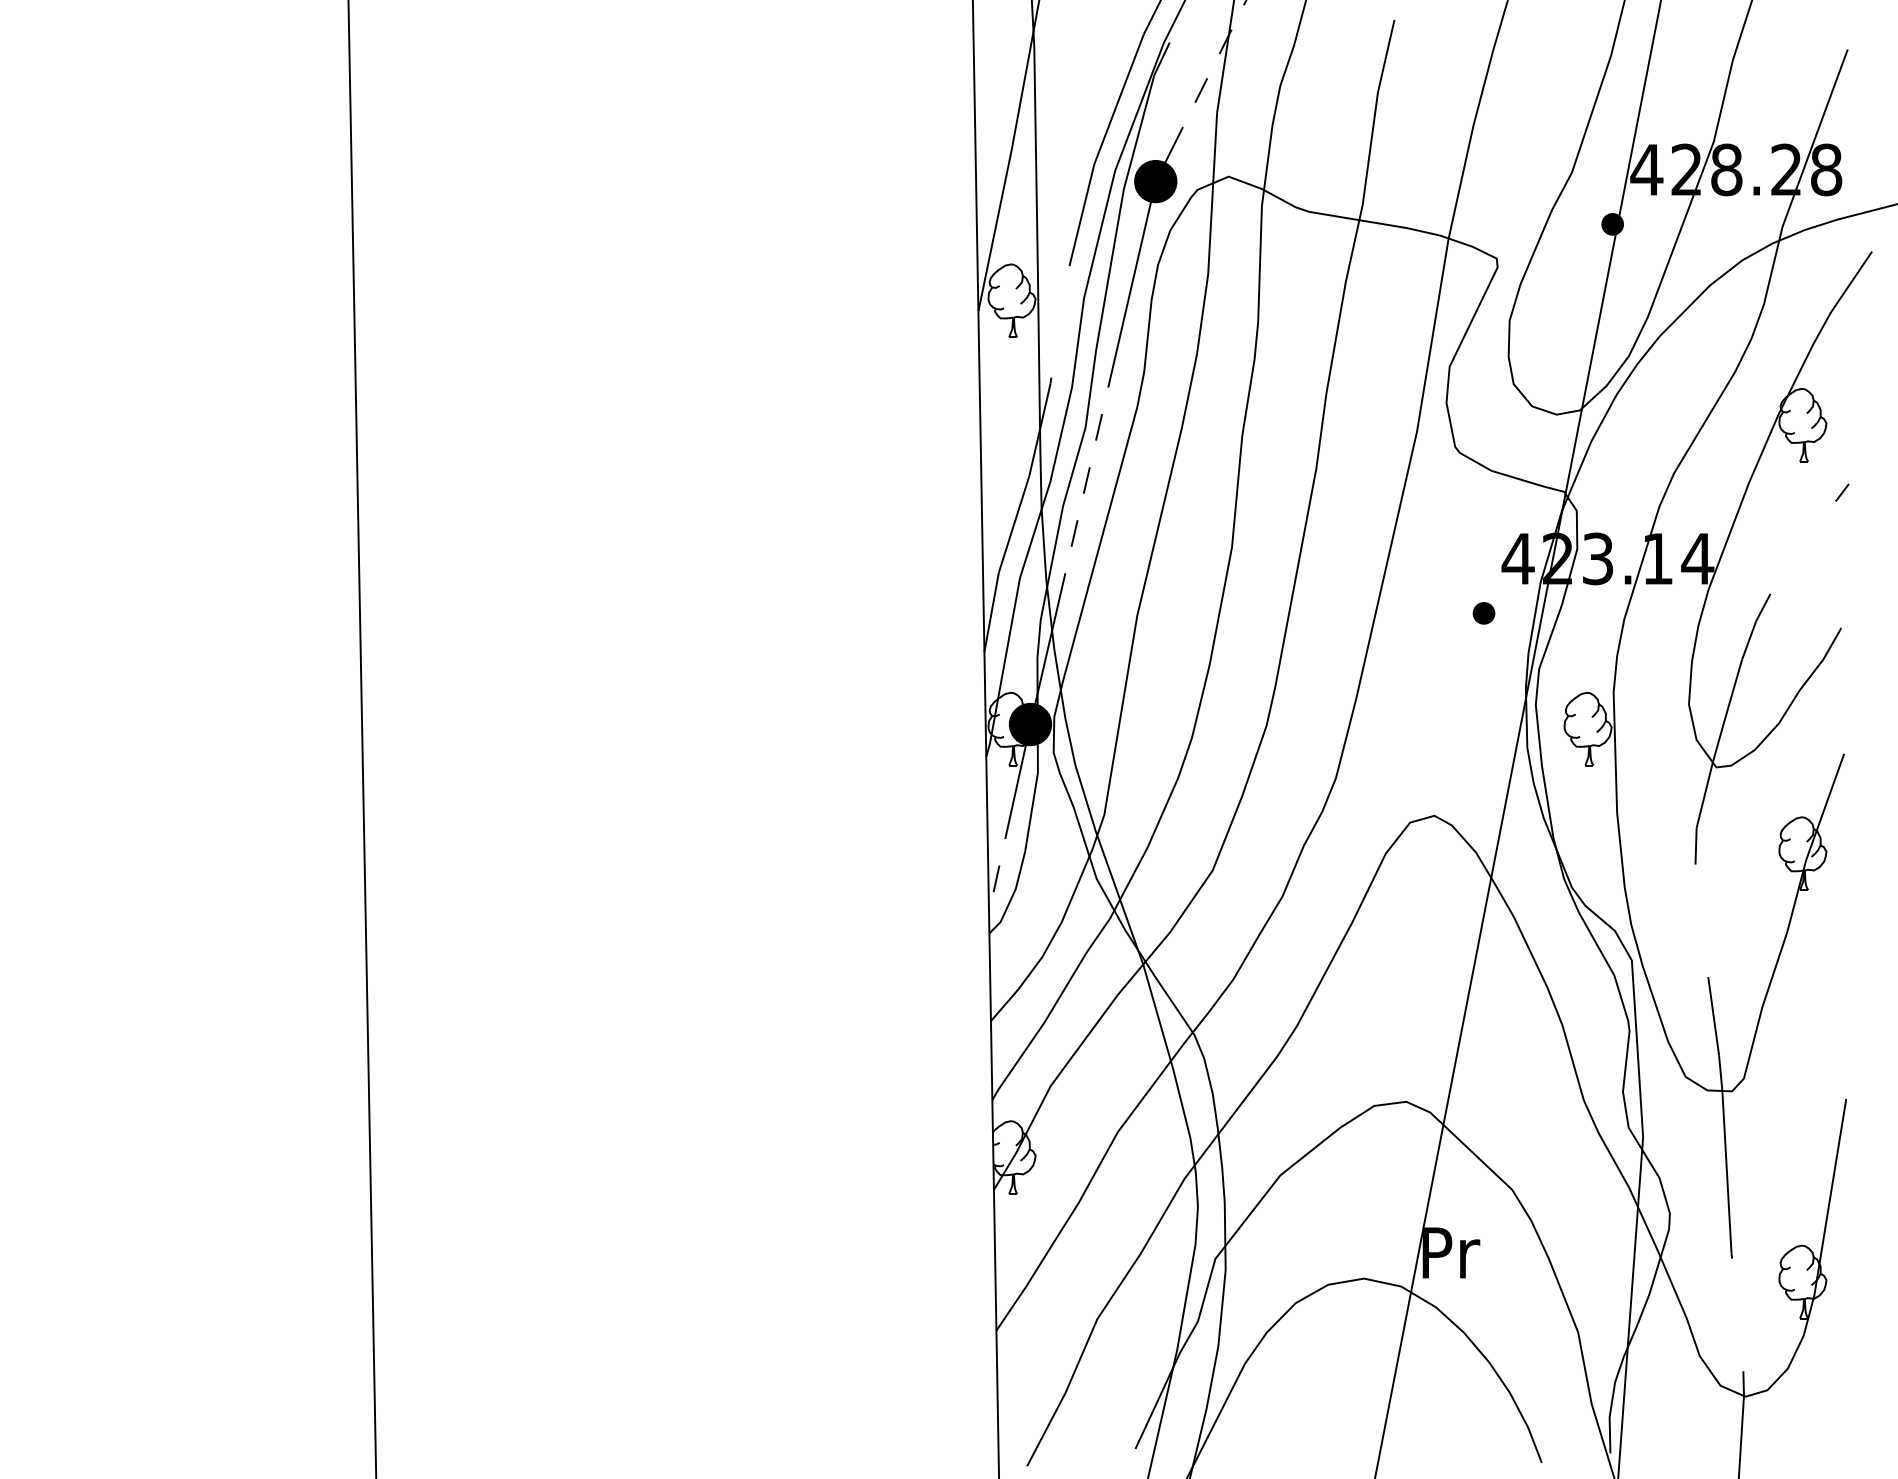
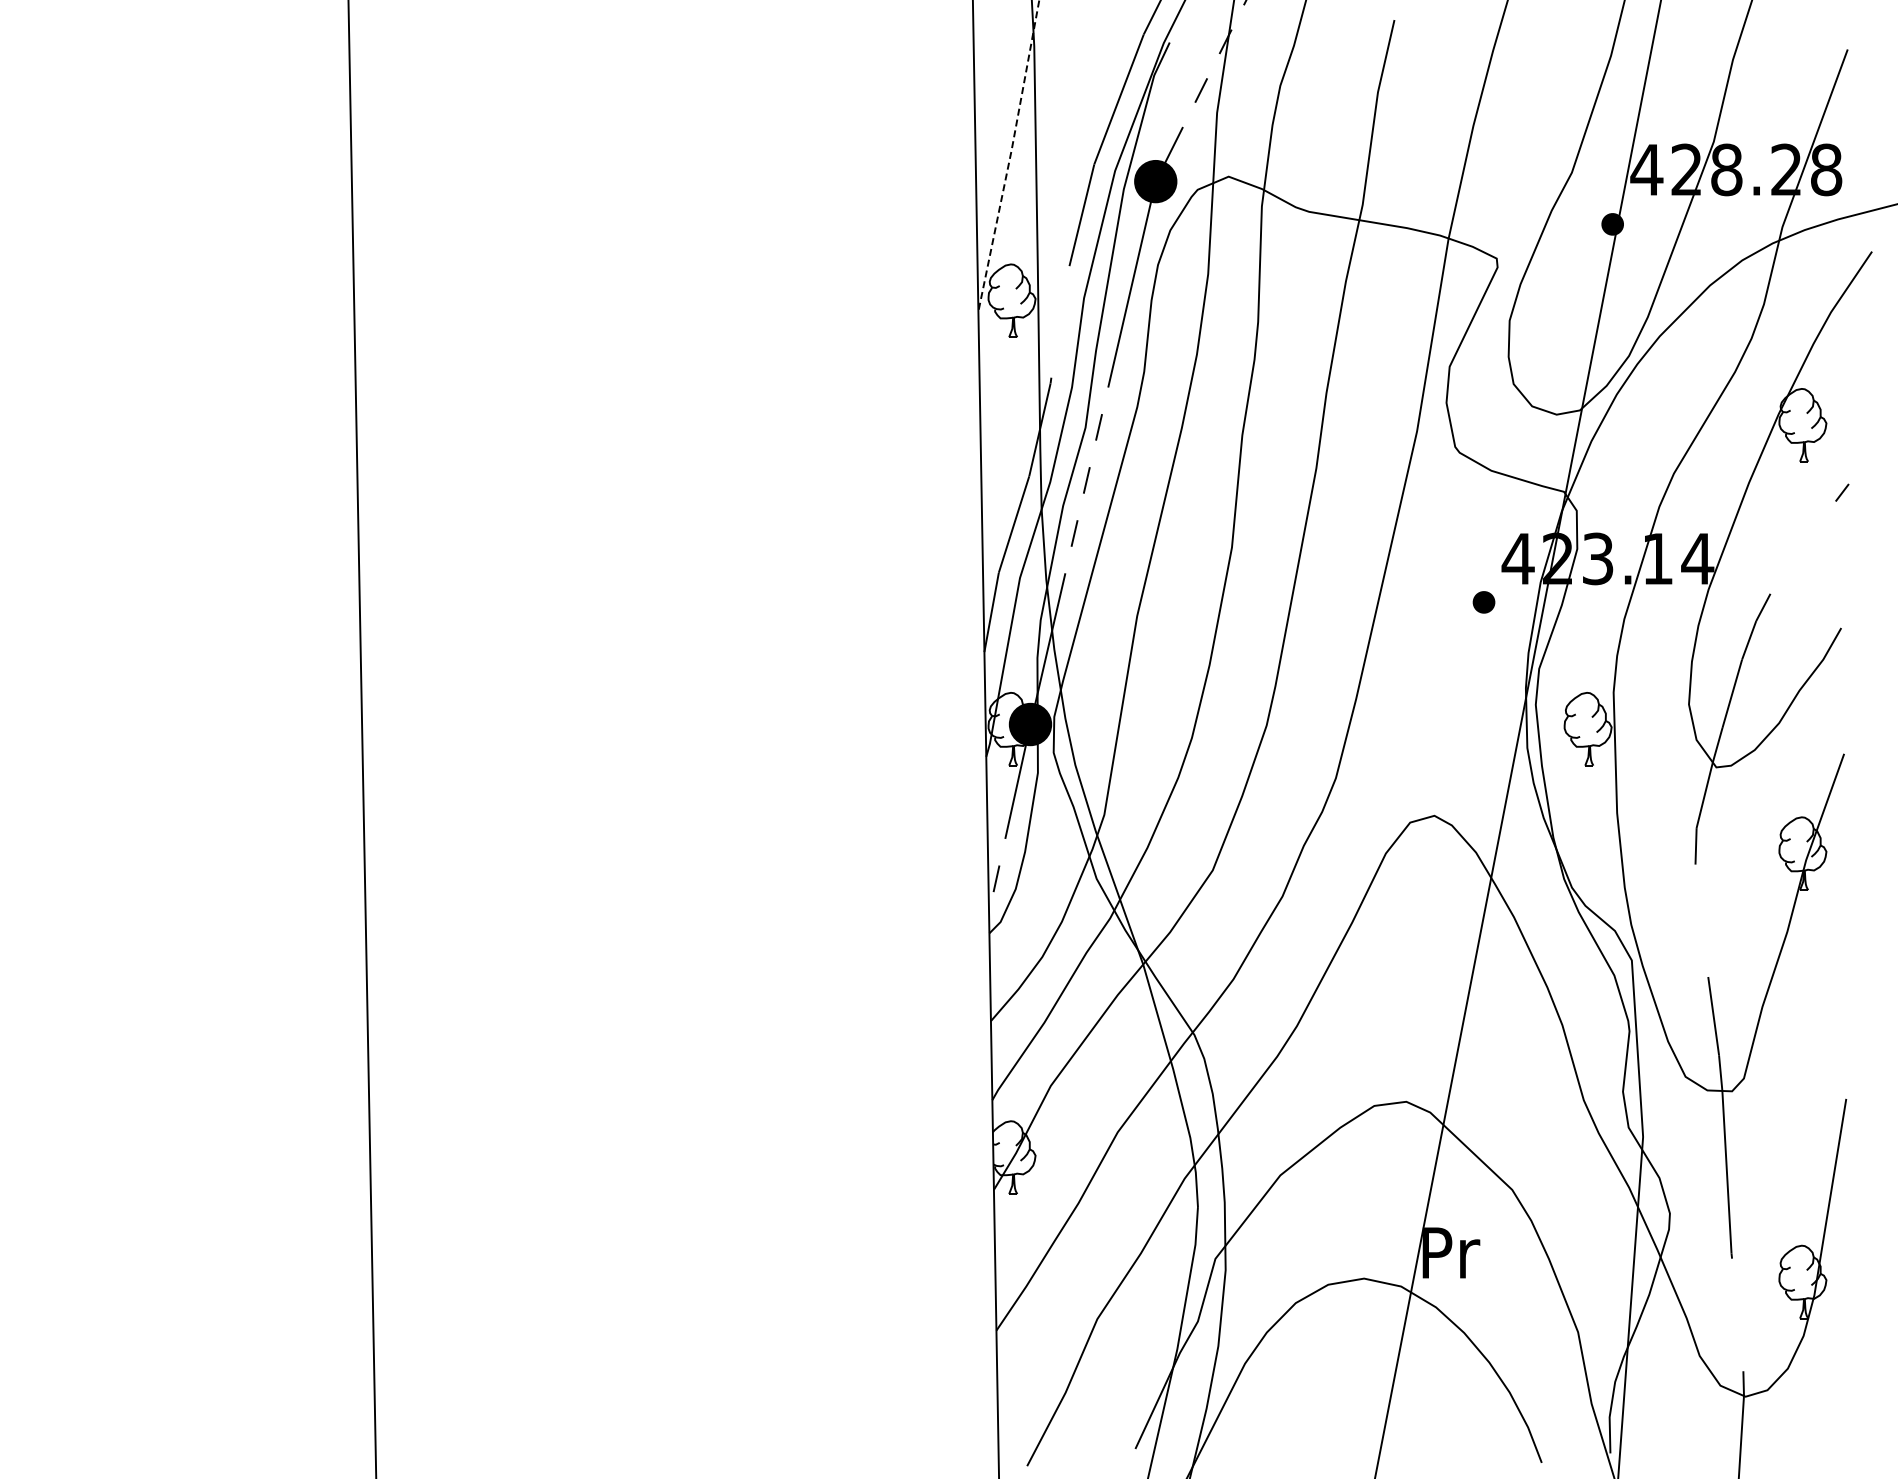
line at (1010, 156): solid -> dashed
part at (1483, 613) position: (1483, 613) -> (1483, 602)
